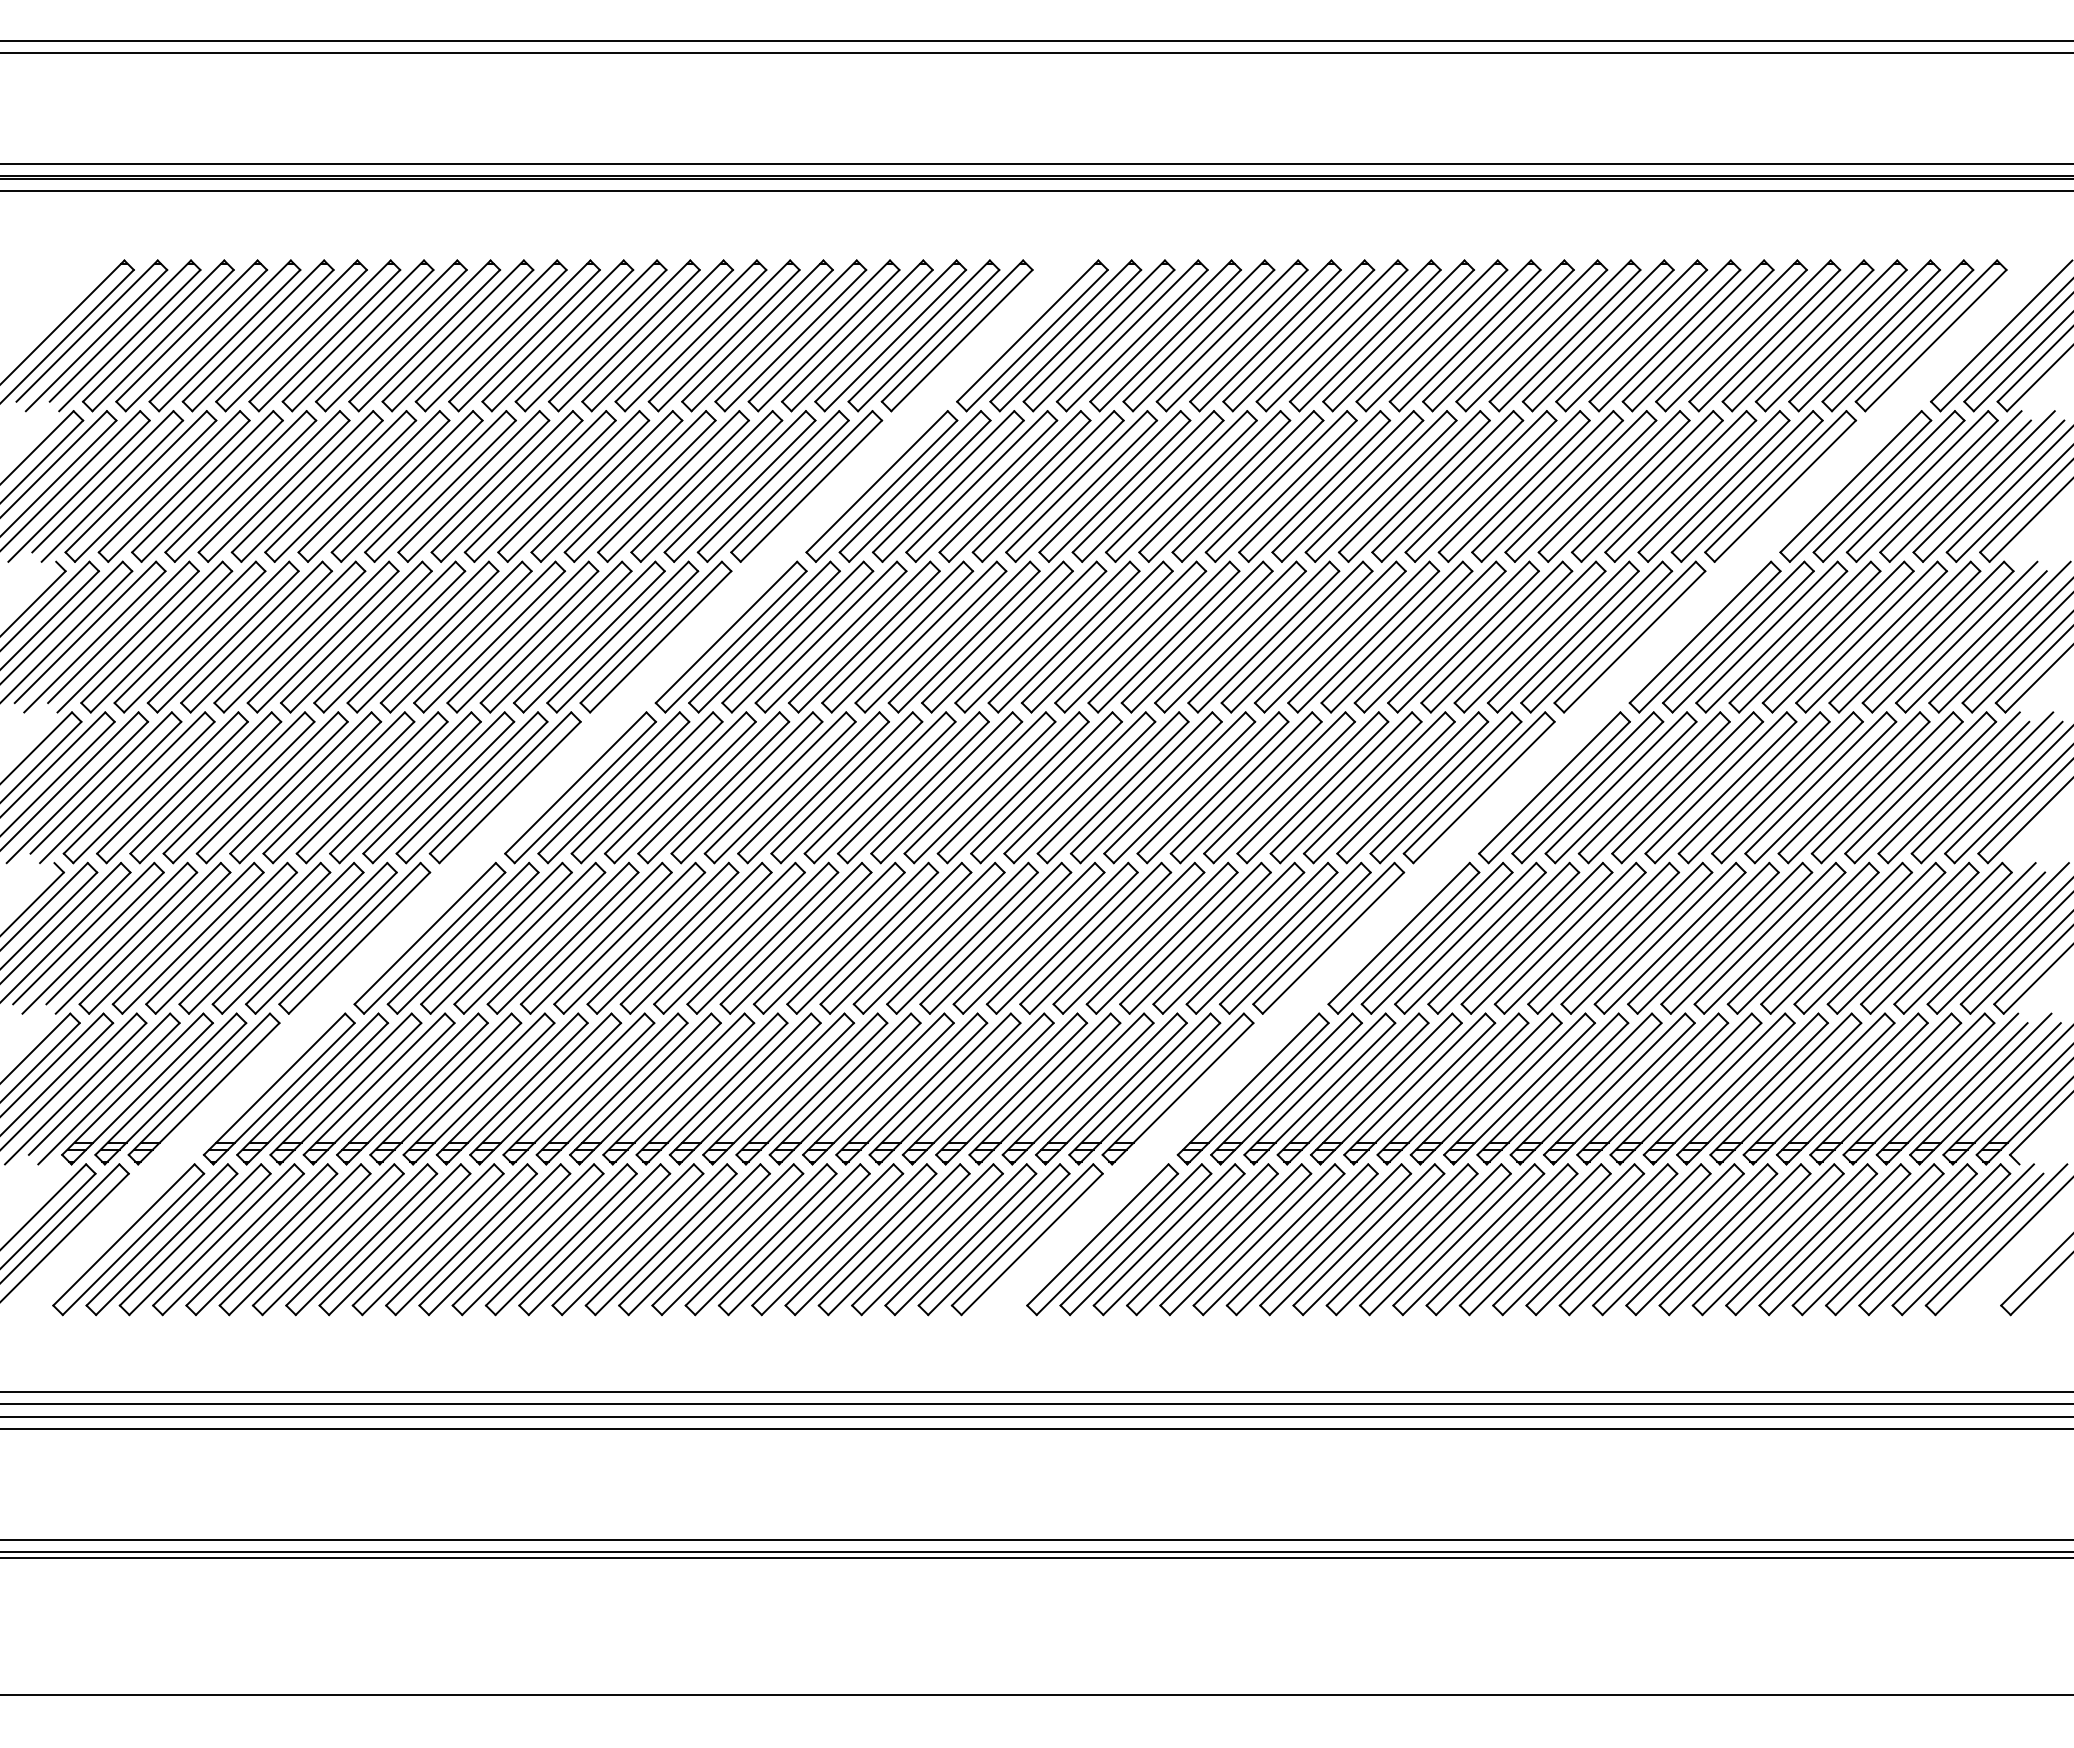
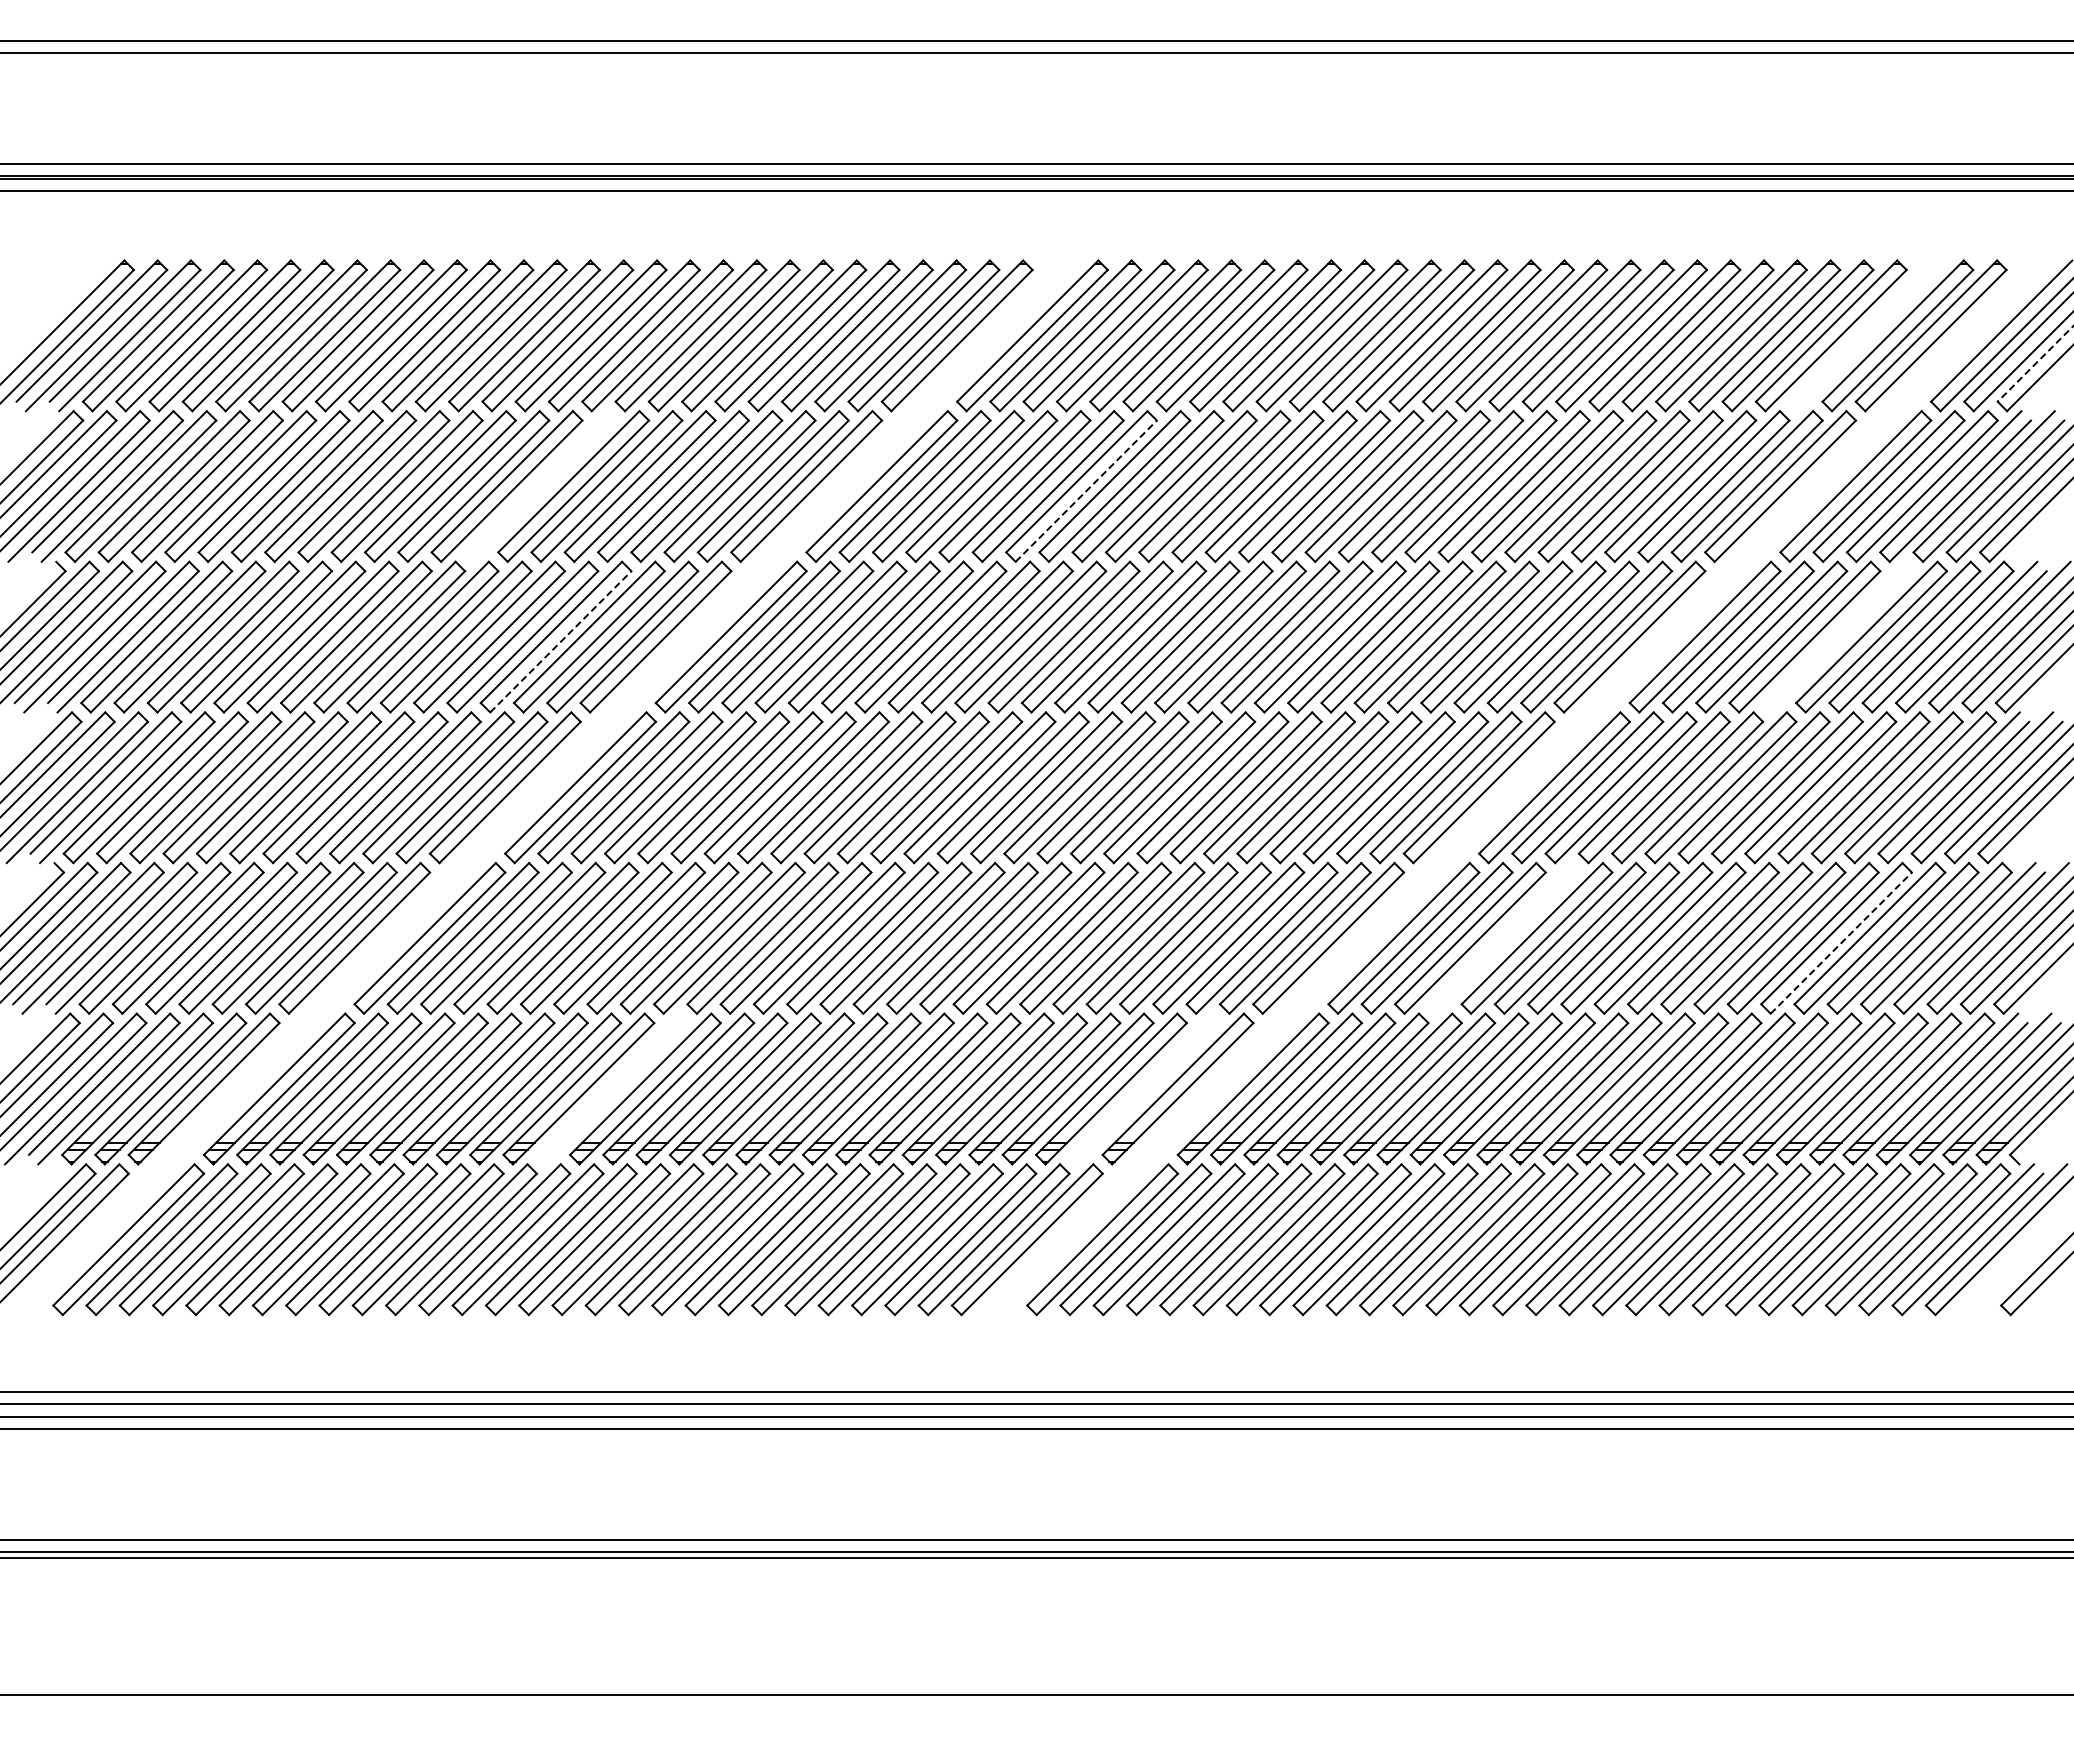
part at (1864, 335): present -> none
line at (2035, 363): solid -> dashed
part at (539, 486): present -> none
line at (1086, 491): solid -> dashed
part at (1837, 636): present -> none
line at (560, 641): solid -> dashed
part at (1503, 937): present -> none
line at (1841, 943): solid -> dashed
part at (611, 1088): present -> none
part at (1144, 1088): present -> none
